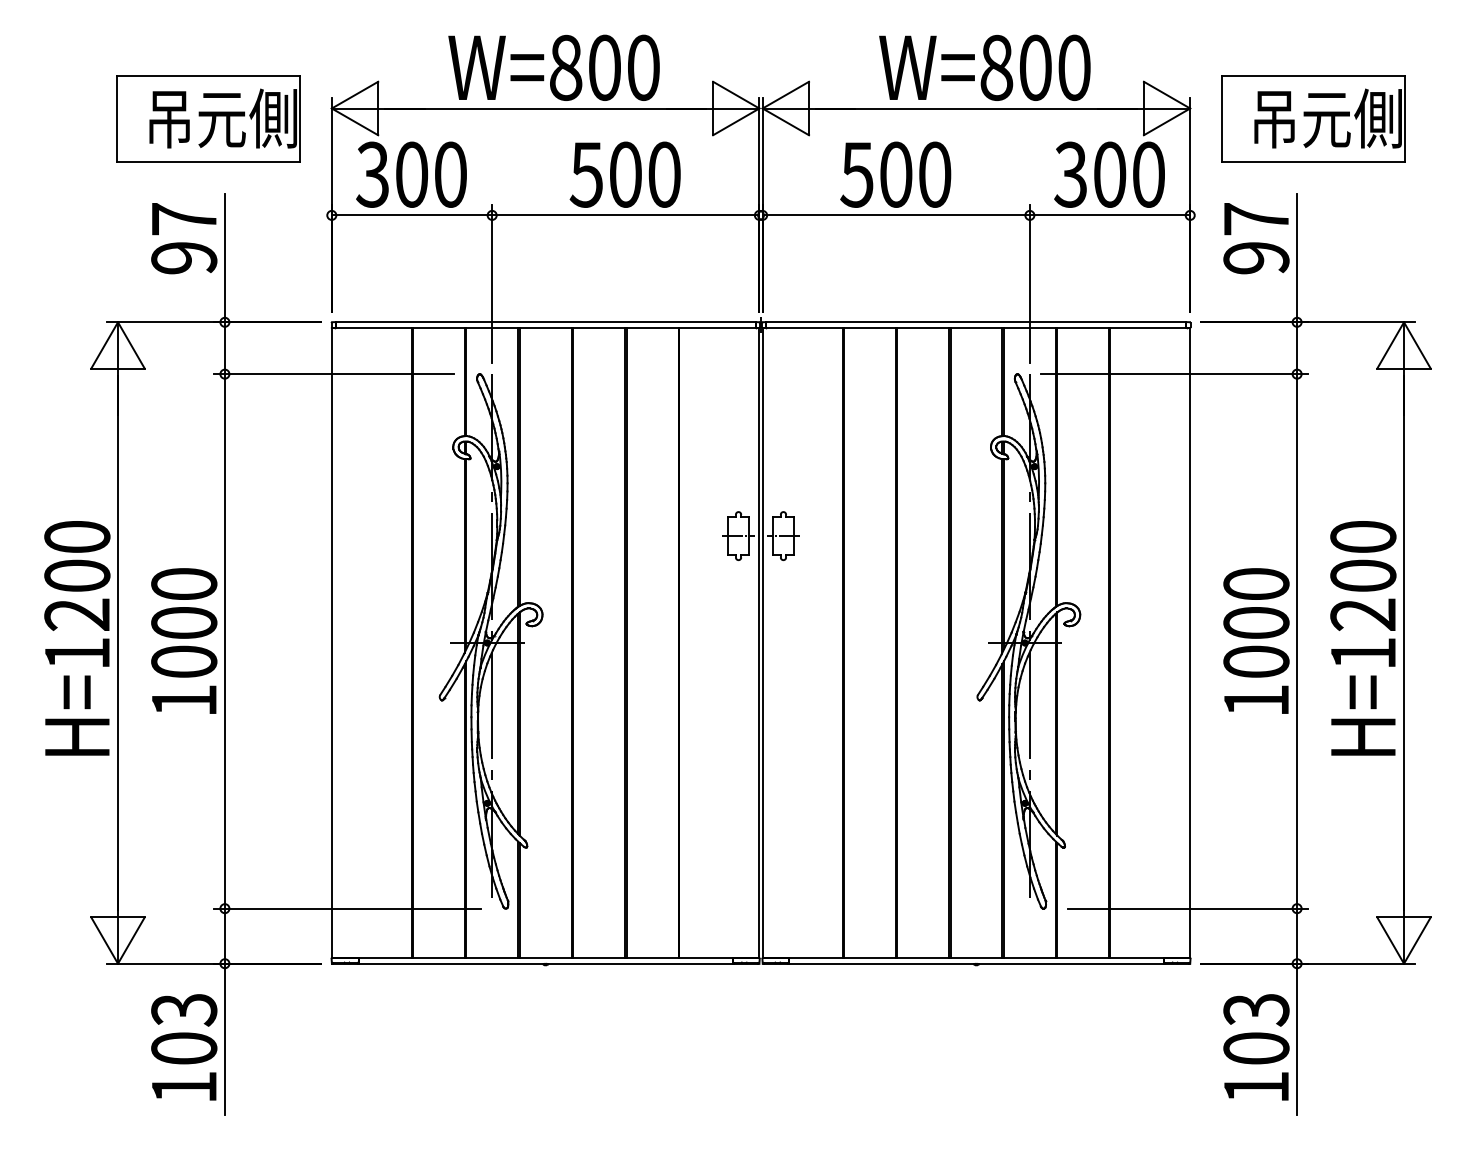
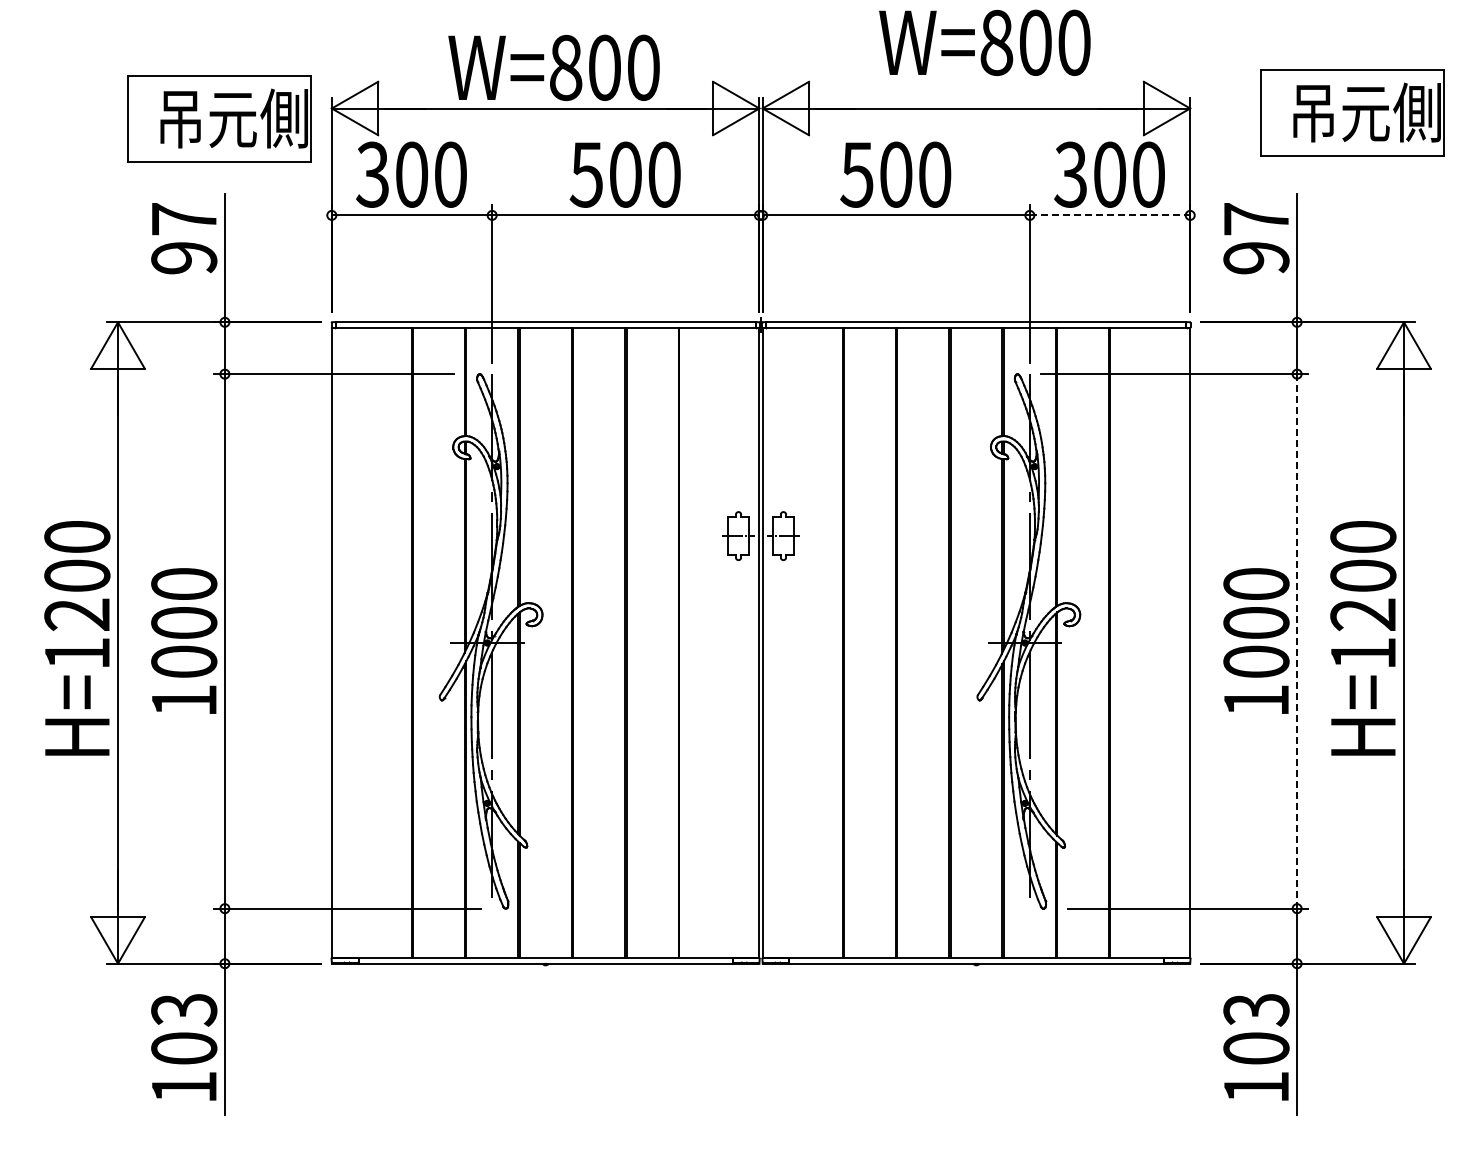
text at (984, 67) position: (984, 67) -> (984, 42)
part at (208, 118) position: (208, 118) -> (219, 118)
part at (1313, 118) position: (1313, 118) -> (1352, 112)
line at (1110, 215): solid -> dashed
line at (1297, 641): solid -> dashed
